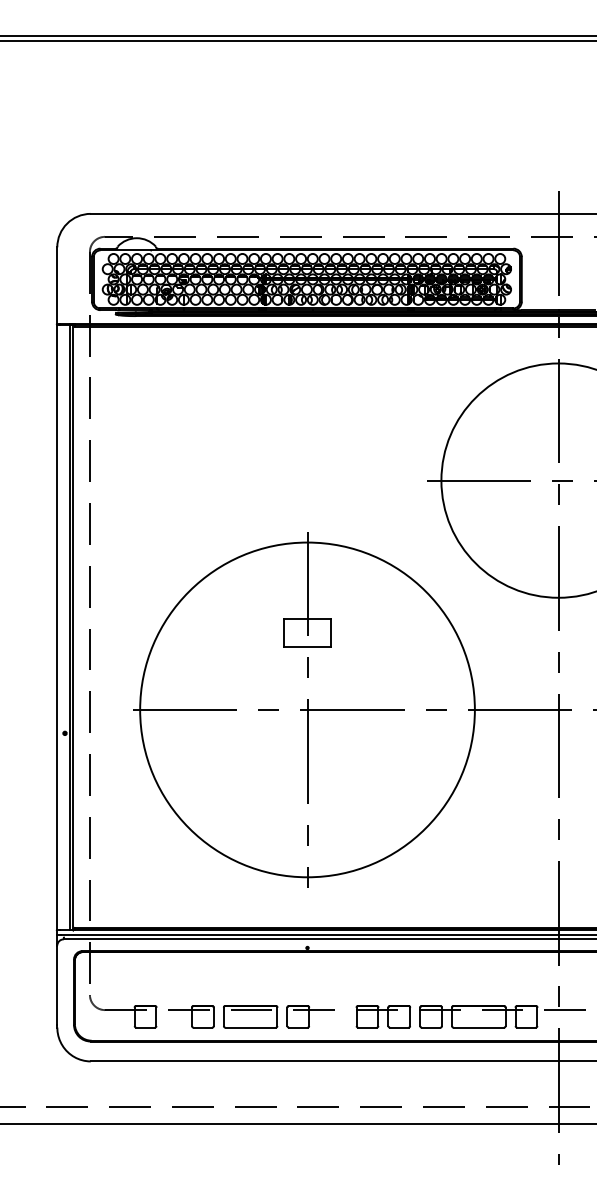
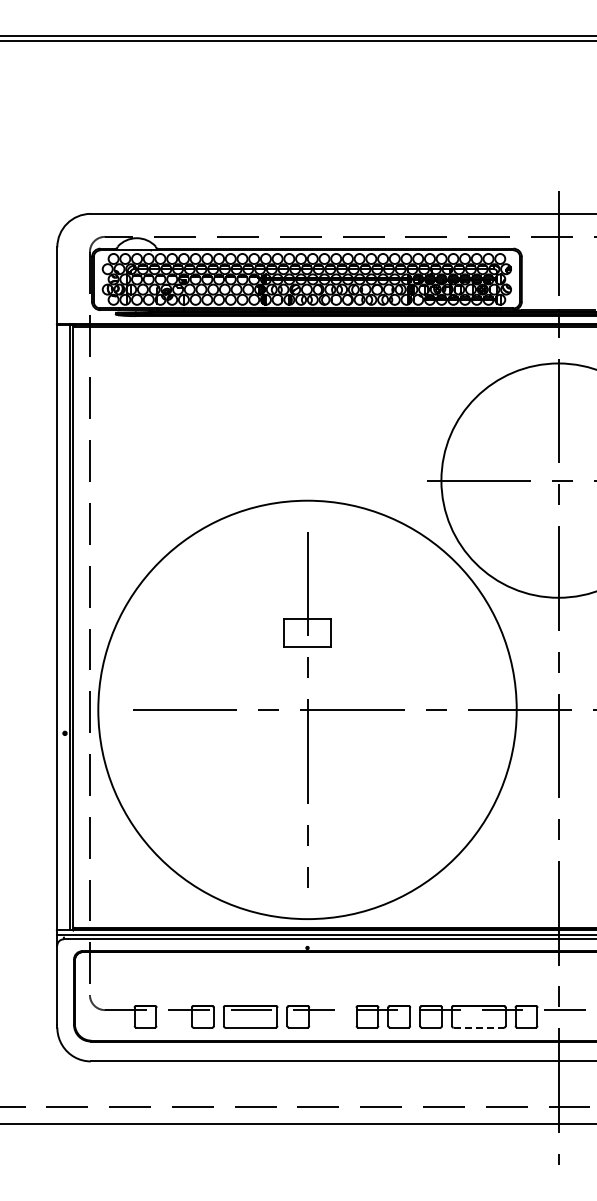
circle at (307, 709) diameter: 335 px -> 418 px
line at (479, 1027): solid -> dashed
